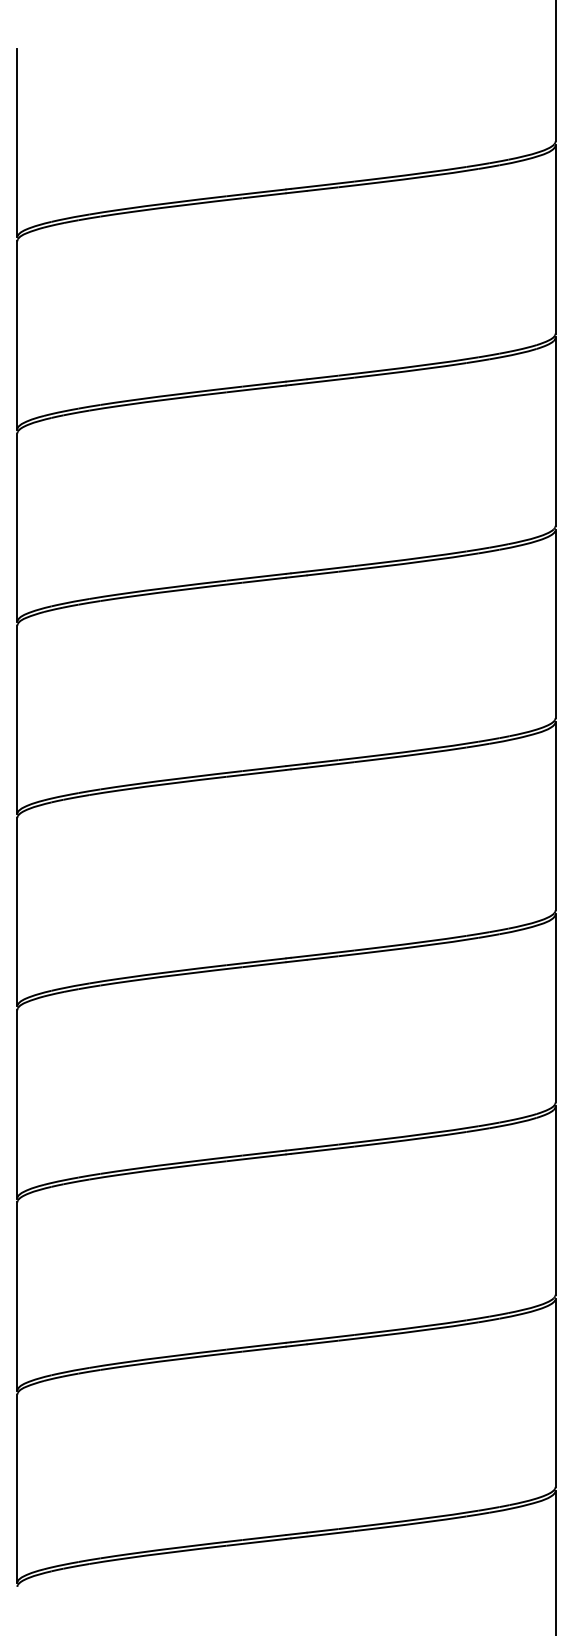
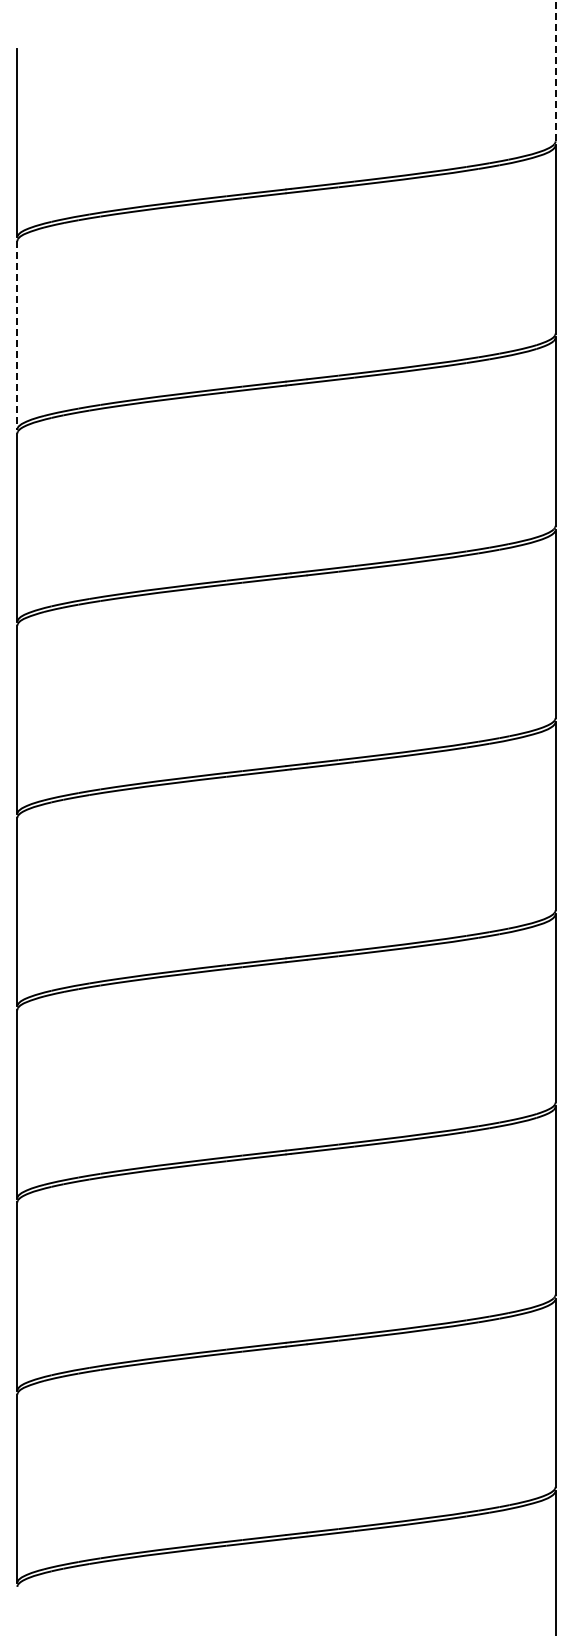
line at (555, 70): solid -> dashed
line at (17, 335): solid -> dashed
